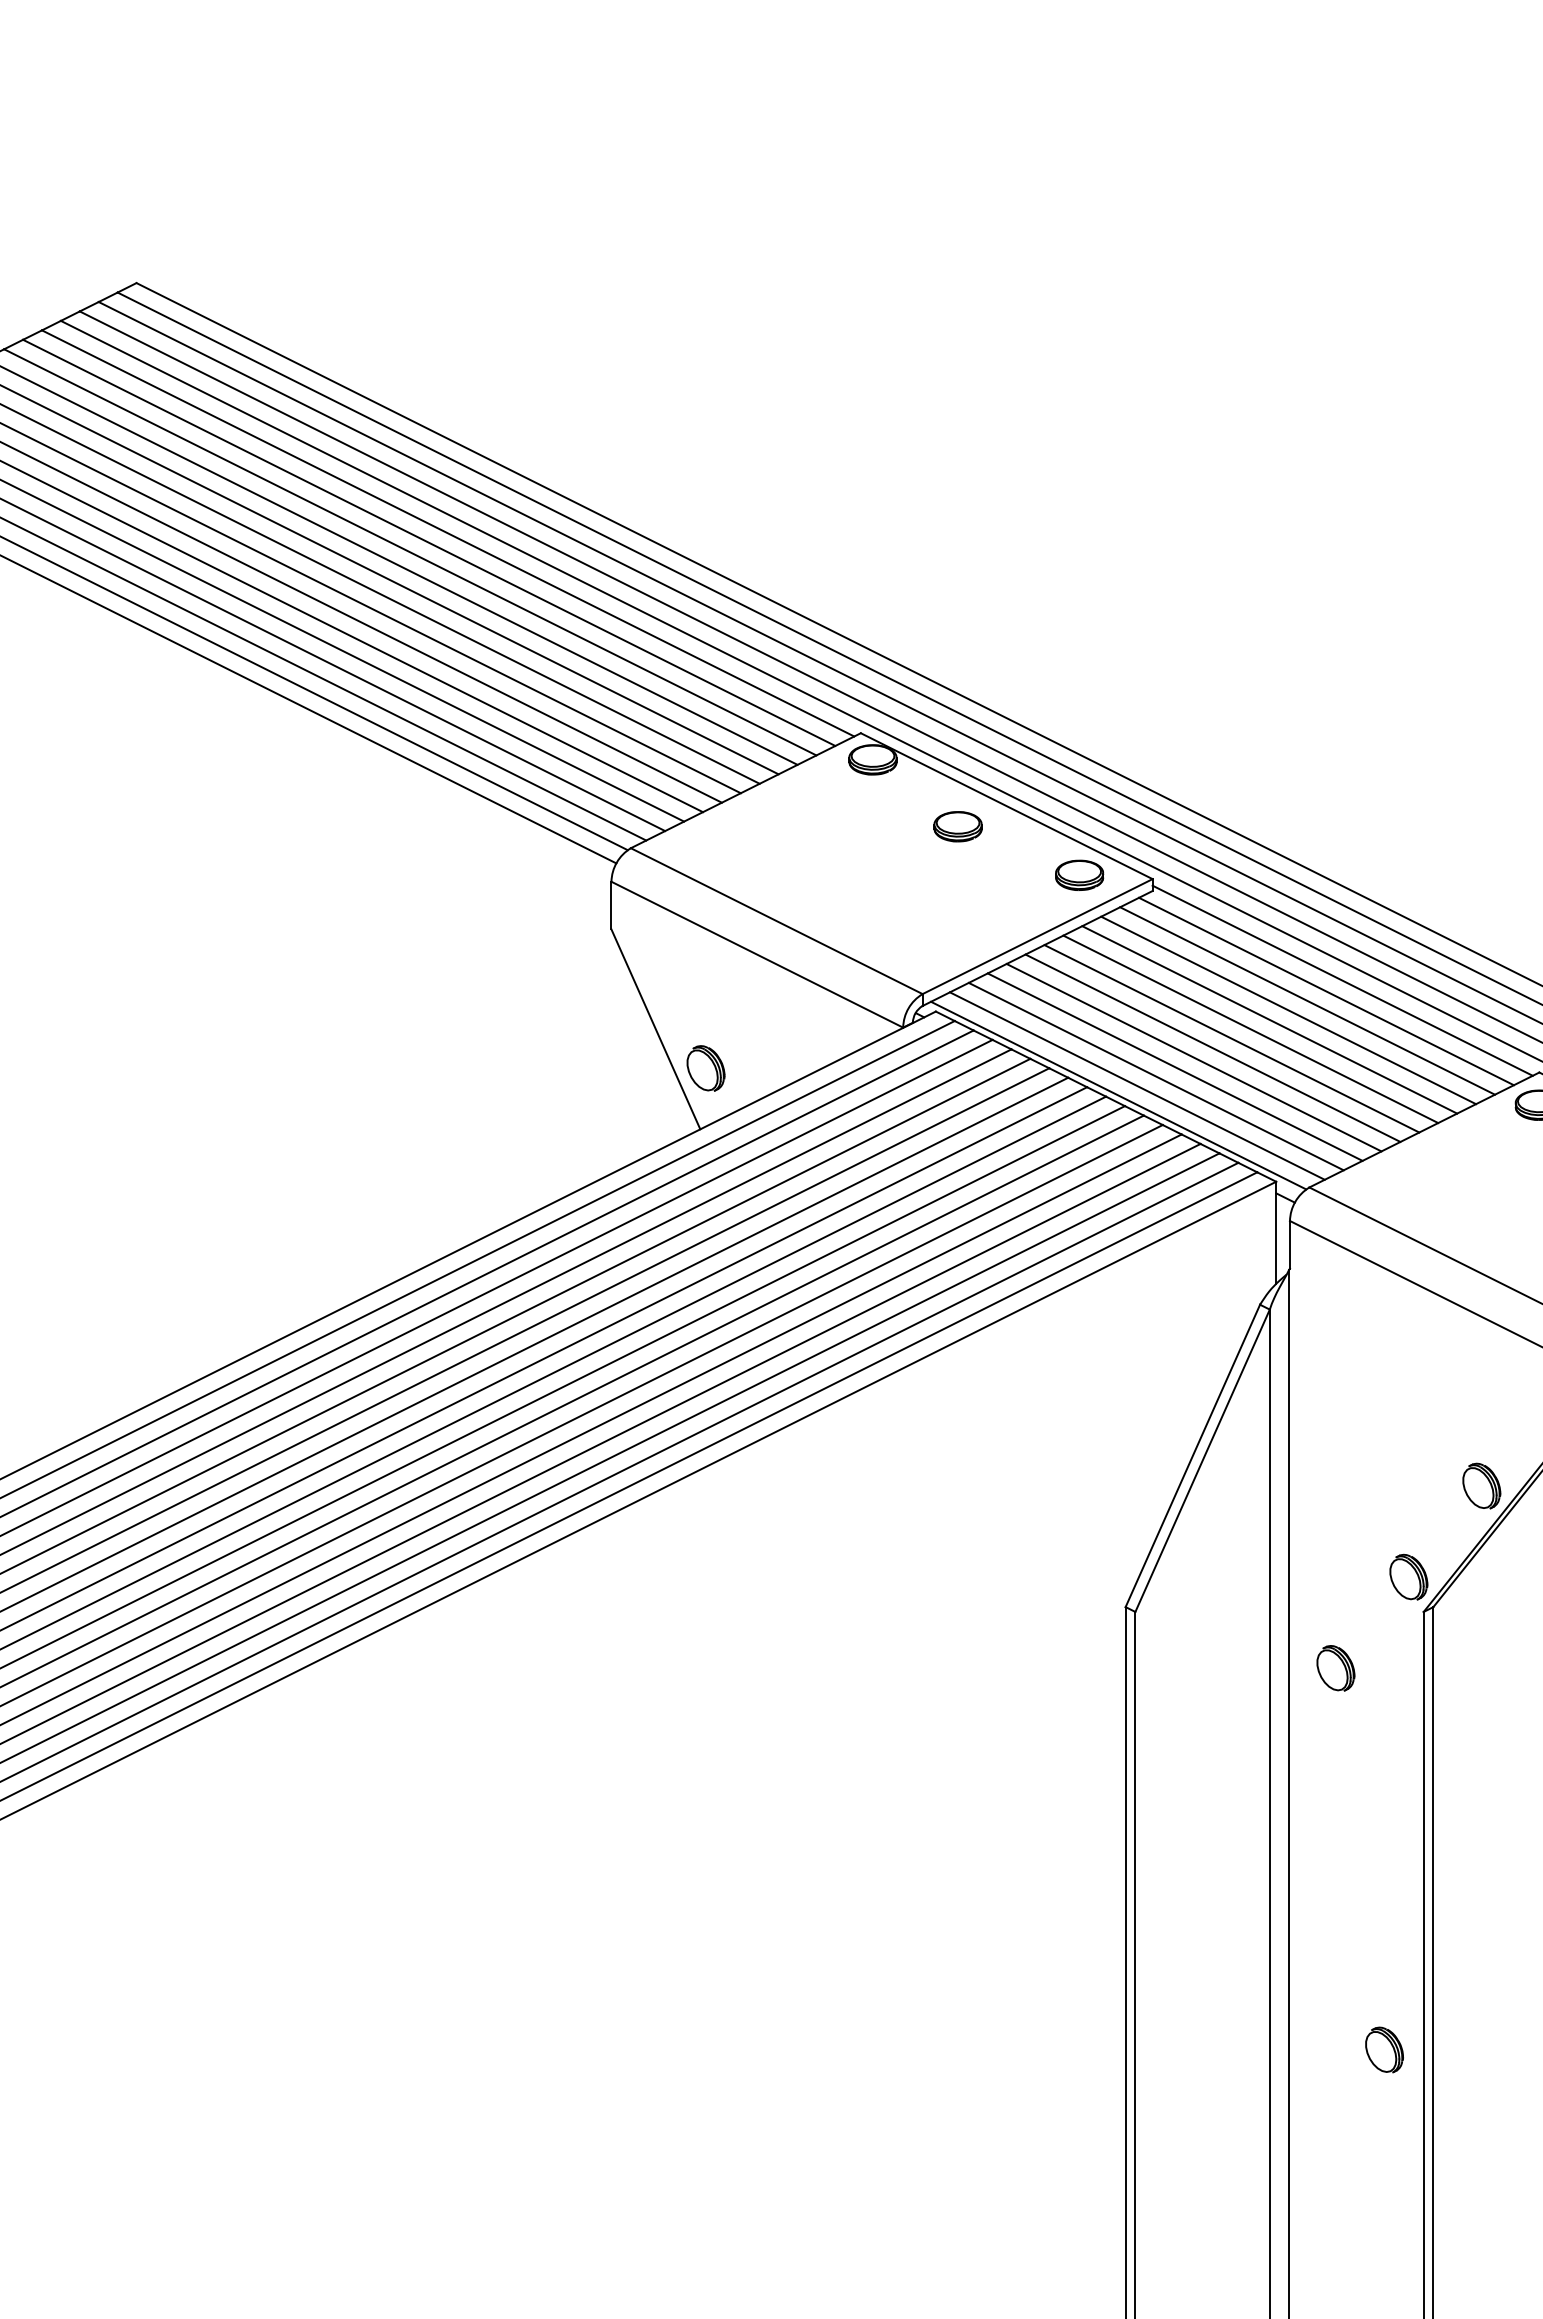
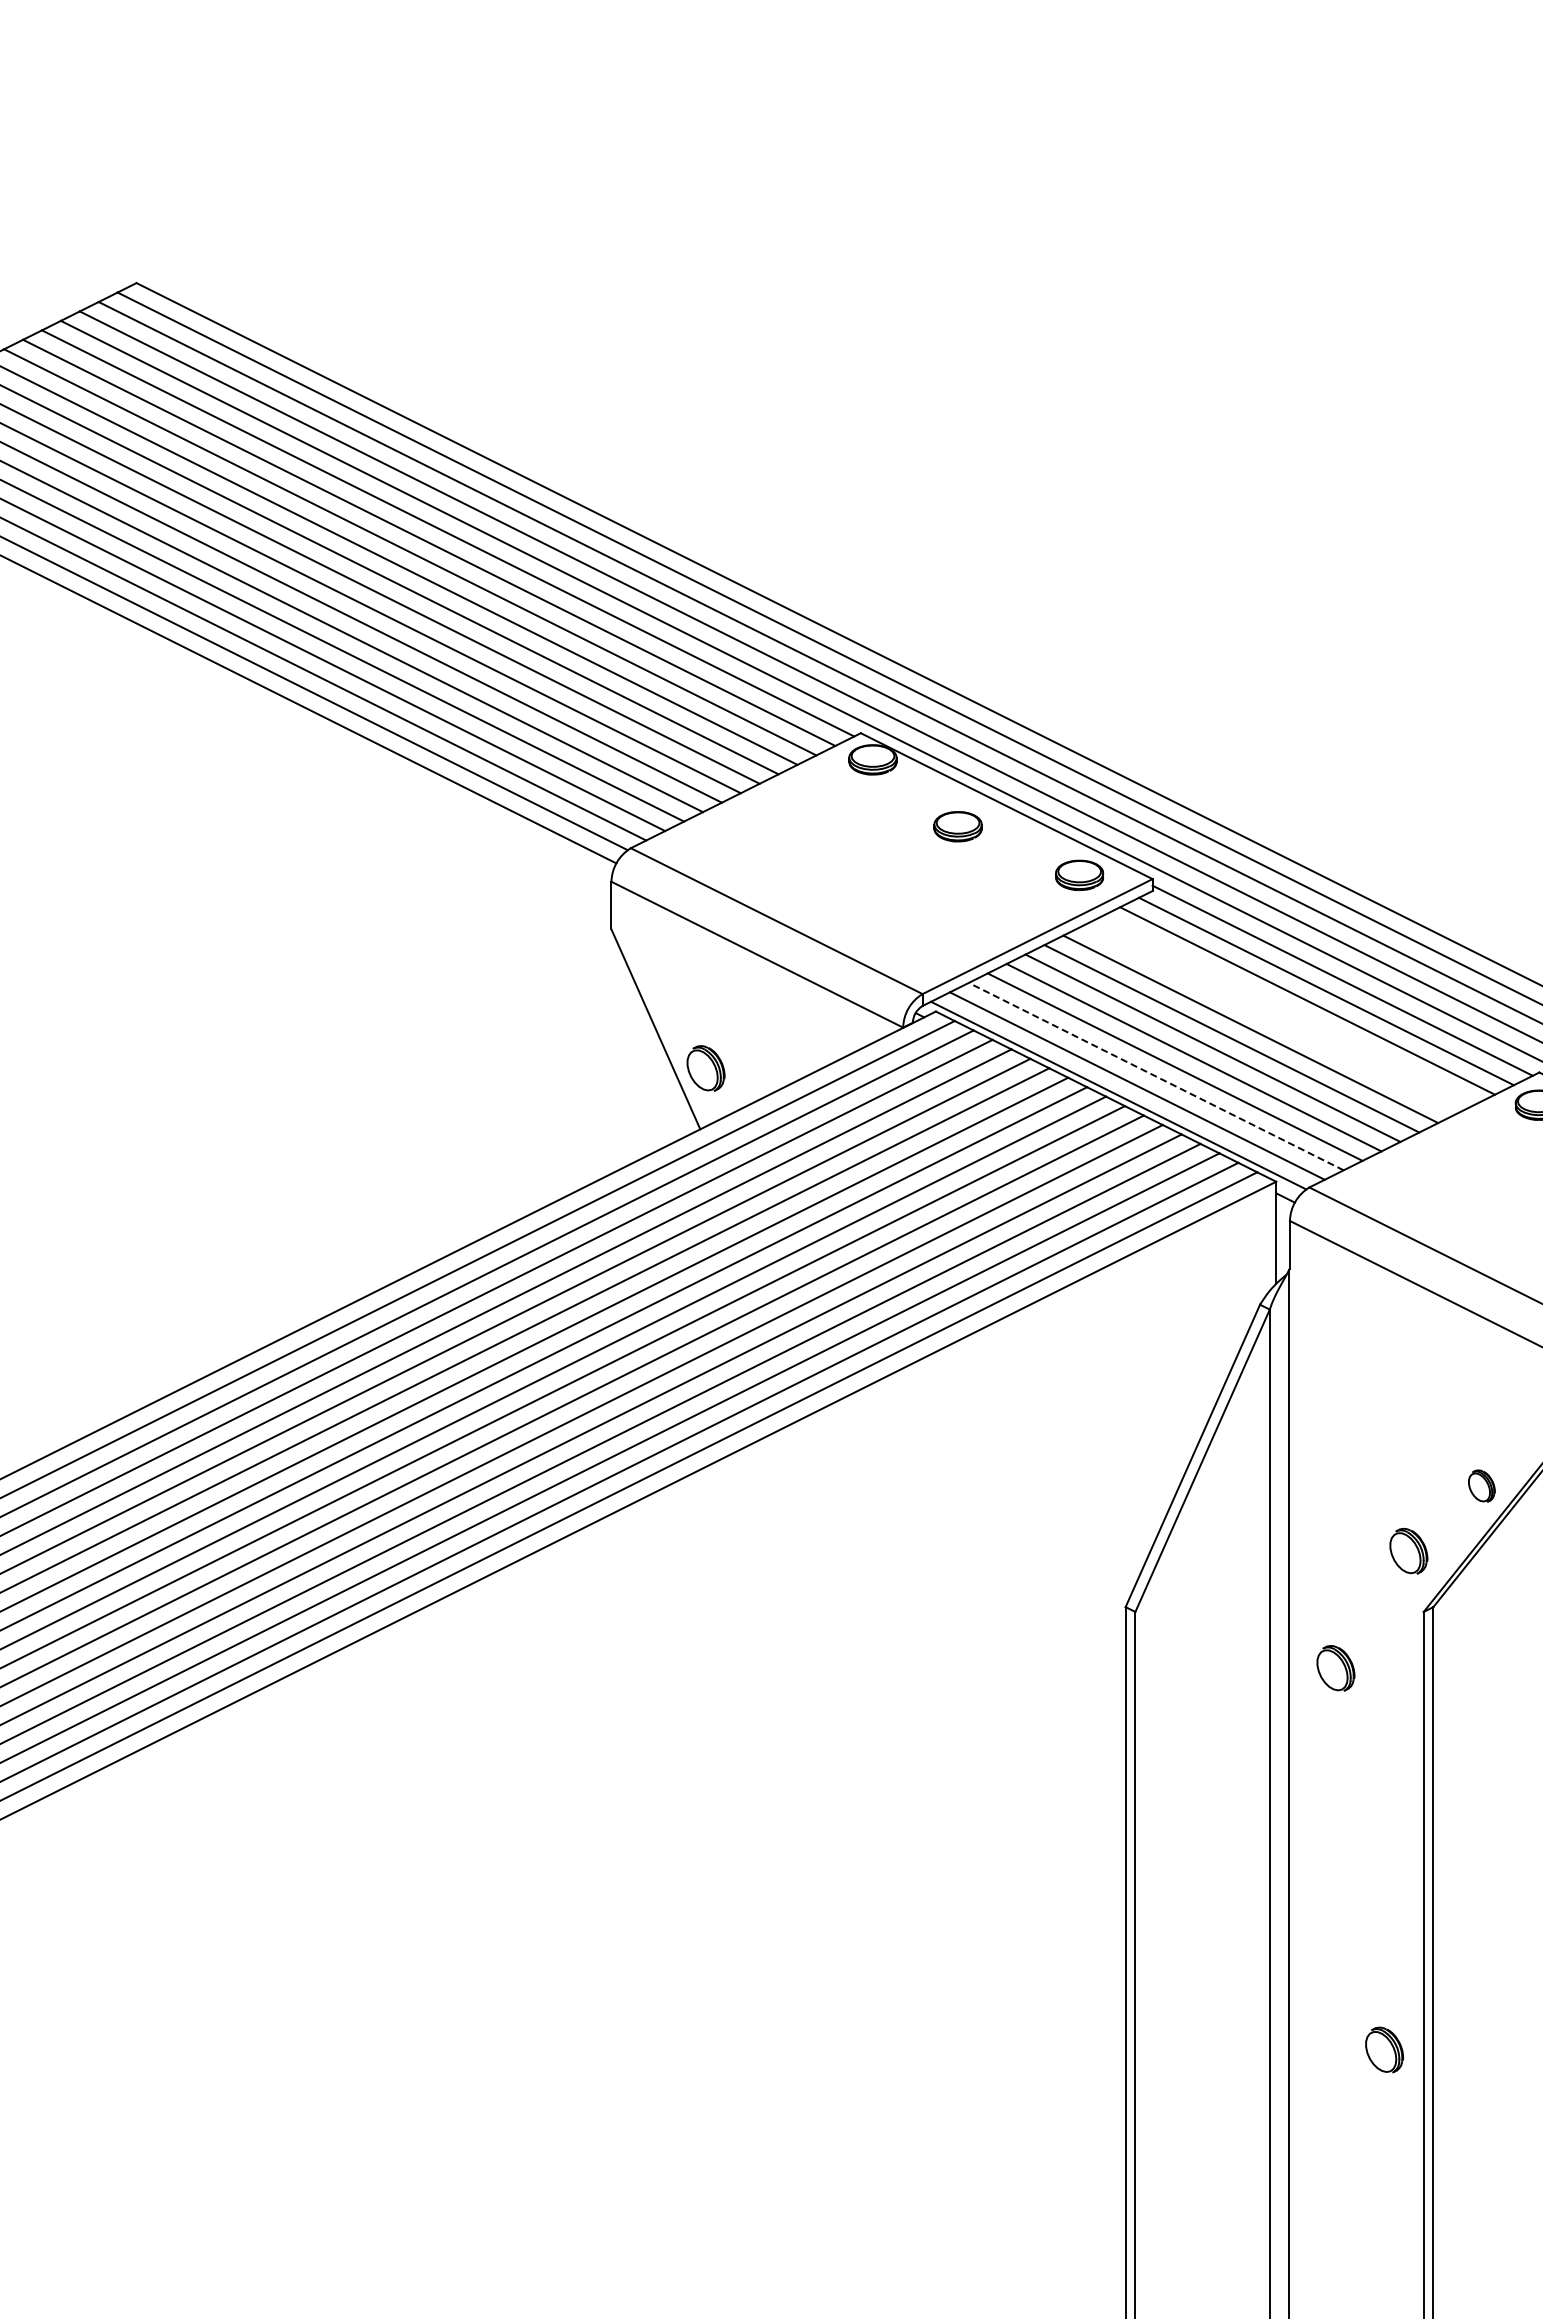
line at (1288, 1010): present -> none
line at (1269, 1019): present -> none
line at (1156, 1076): solid -> dashed
part at (1481, 1485) size: 40x48 px -> 28x34 px
part at (1408, 1576) position: (1408, 1576) -> (1408, 1550)
